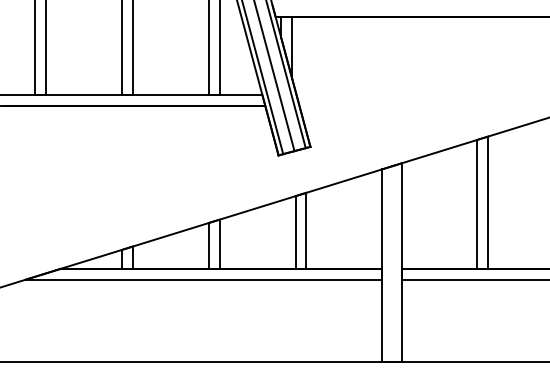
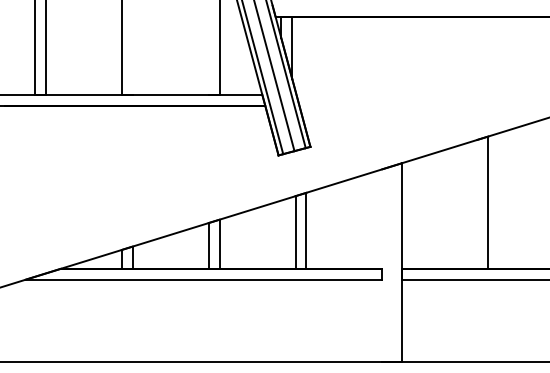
line at (132, 48): present -> none
line at (208, 48): present -> none
line at (477, 203): present -> none
line at (382, 265): present -> none
